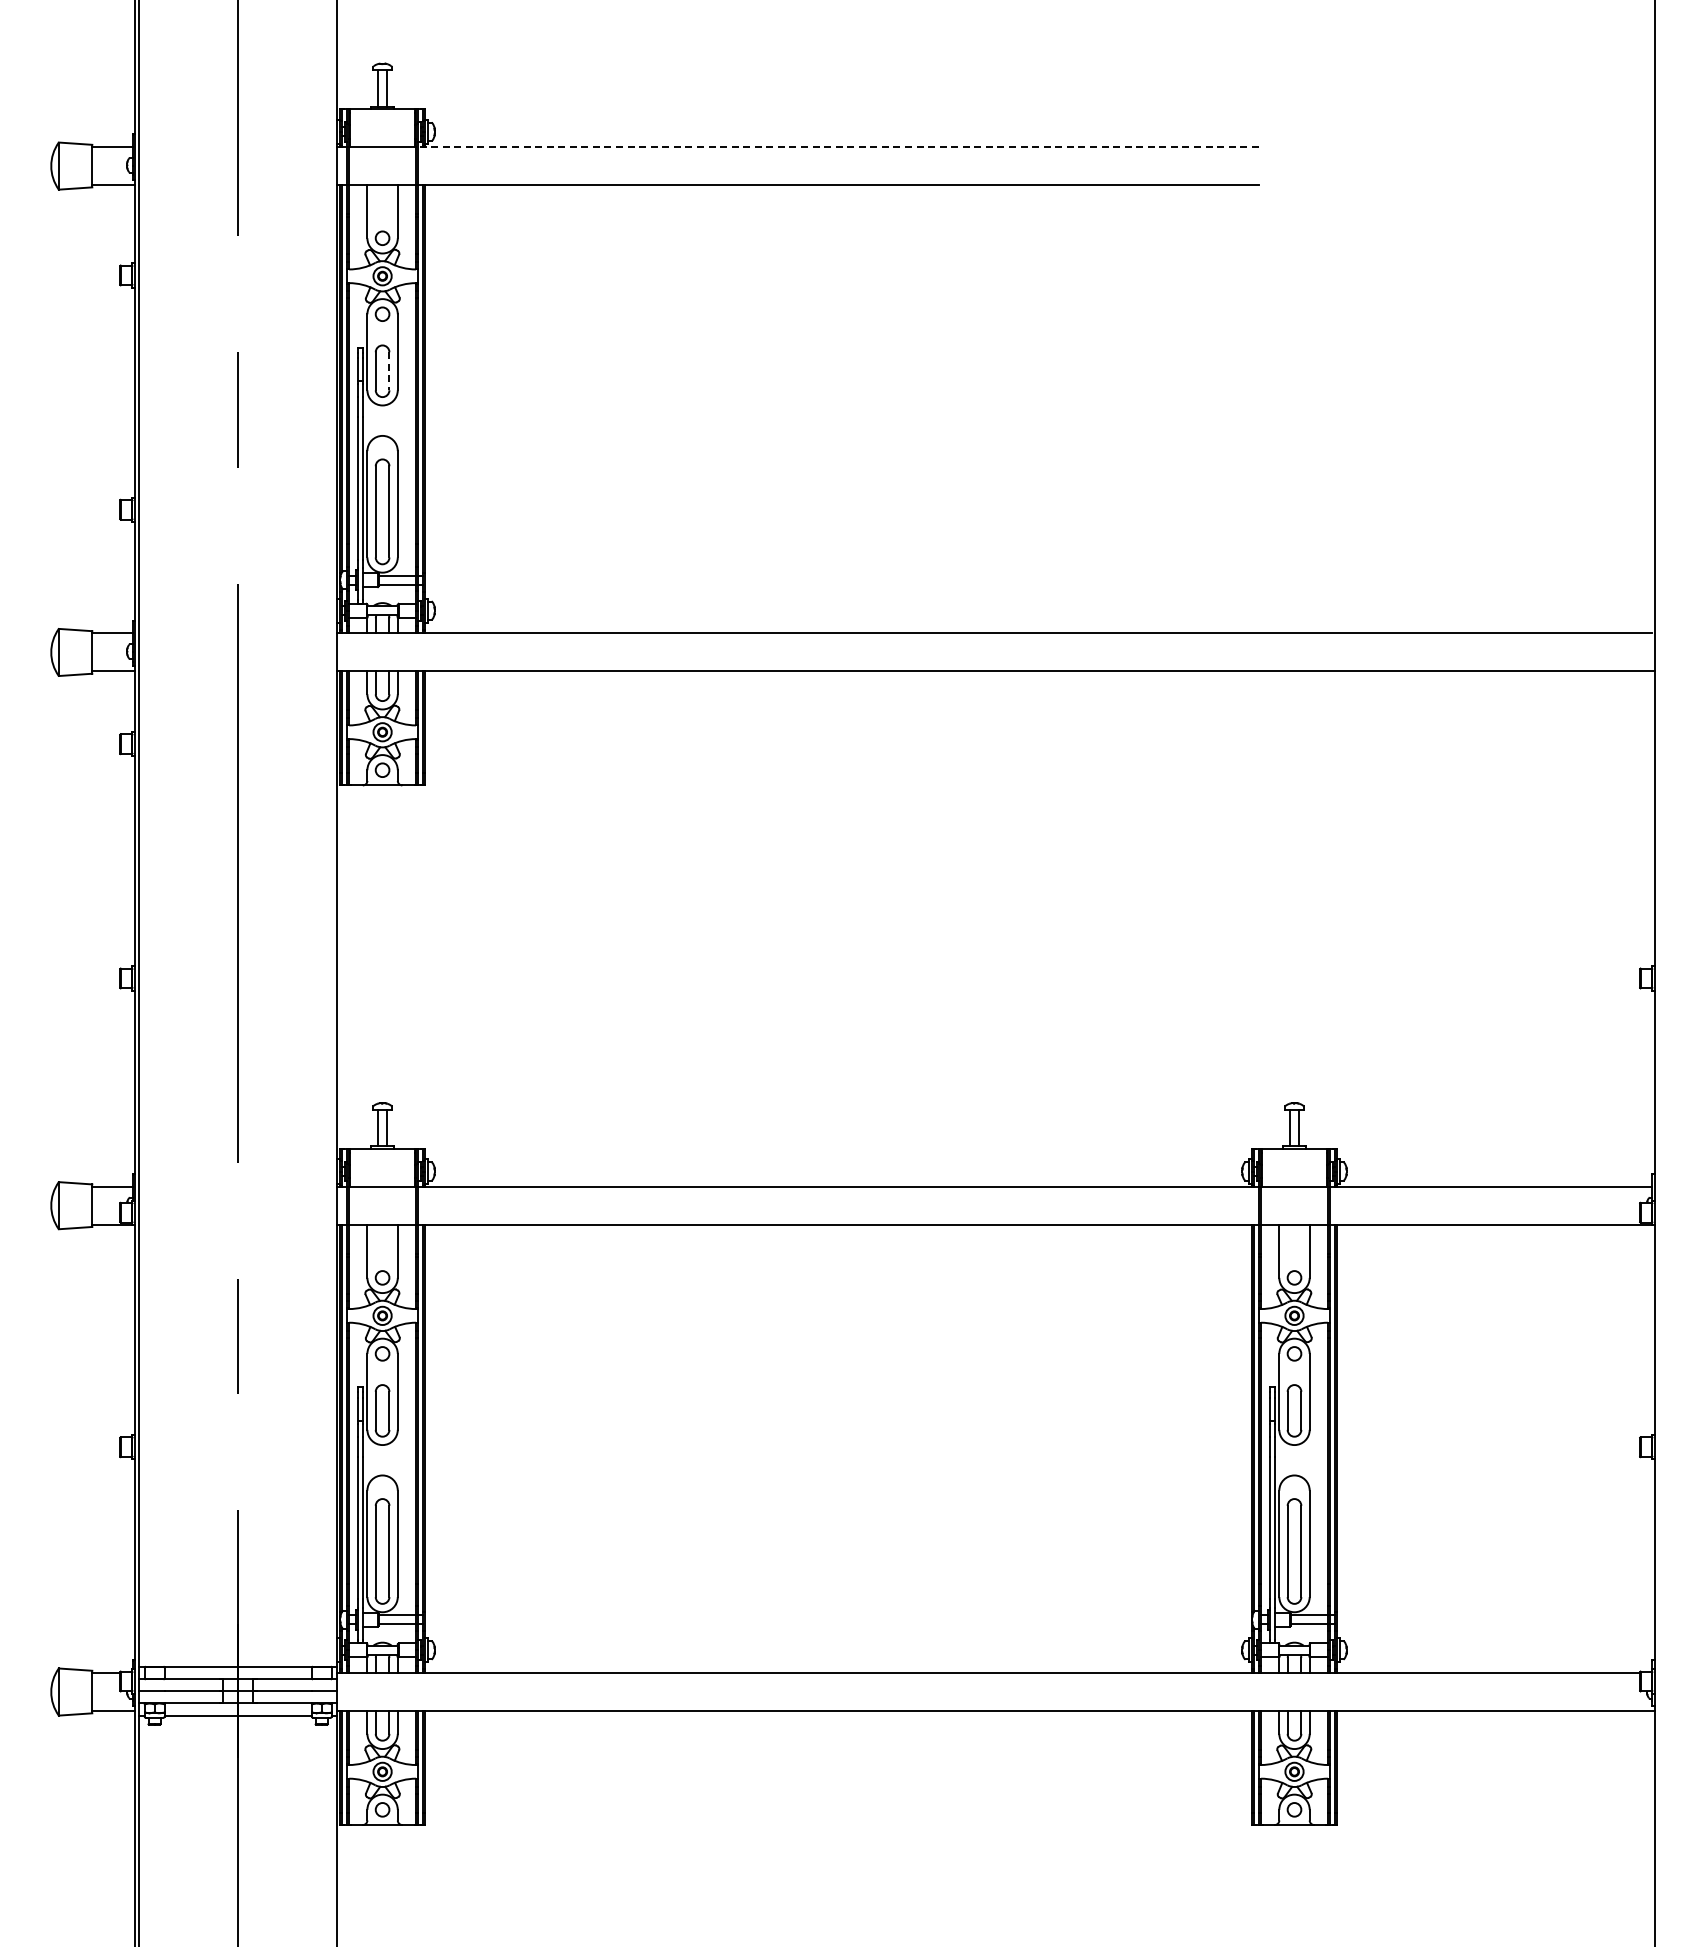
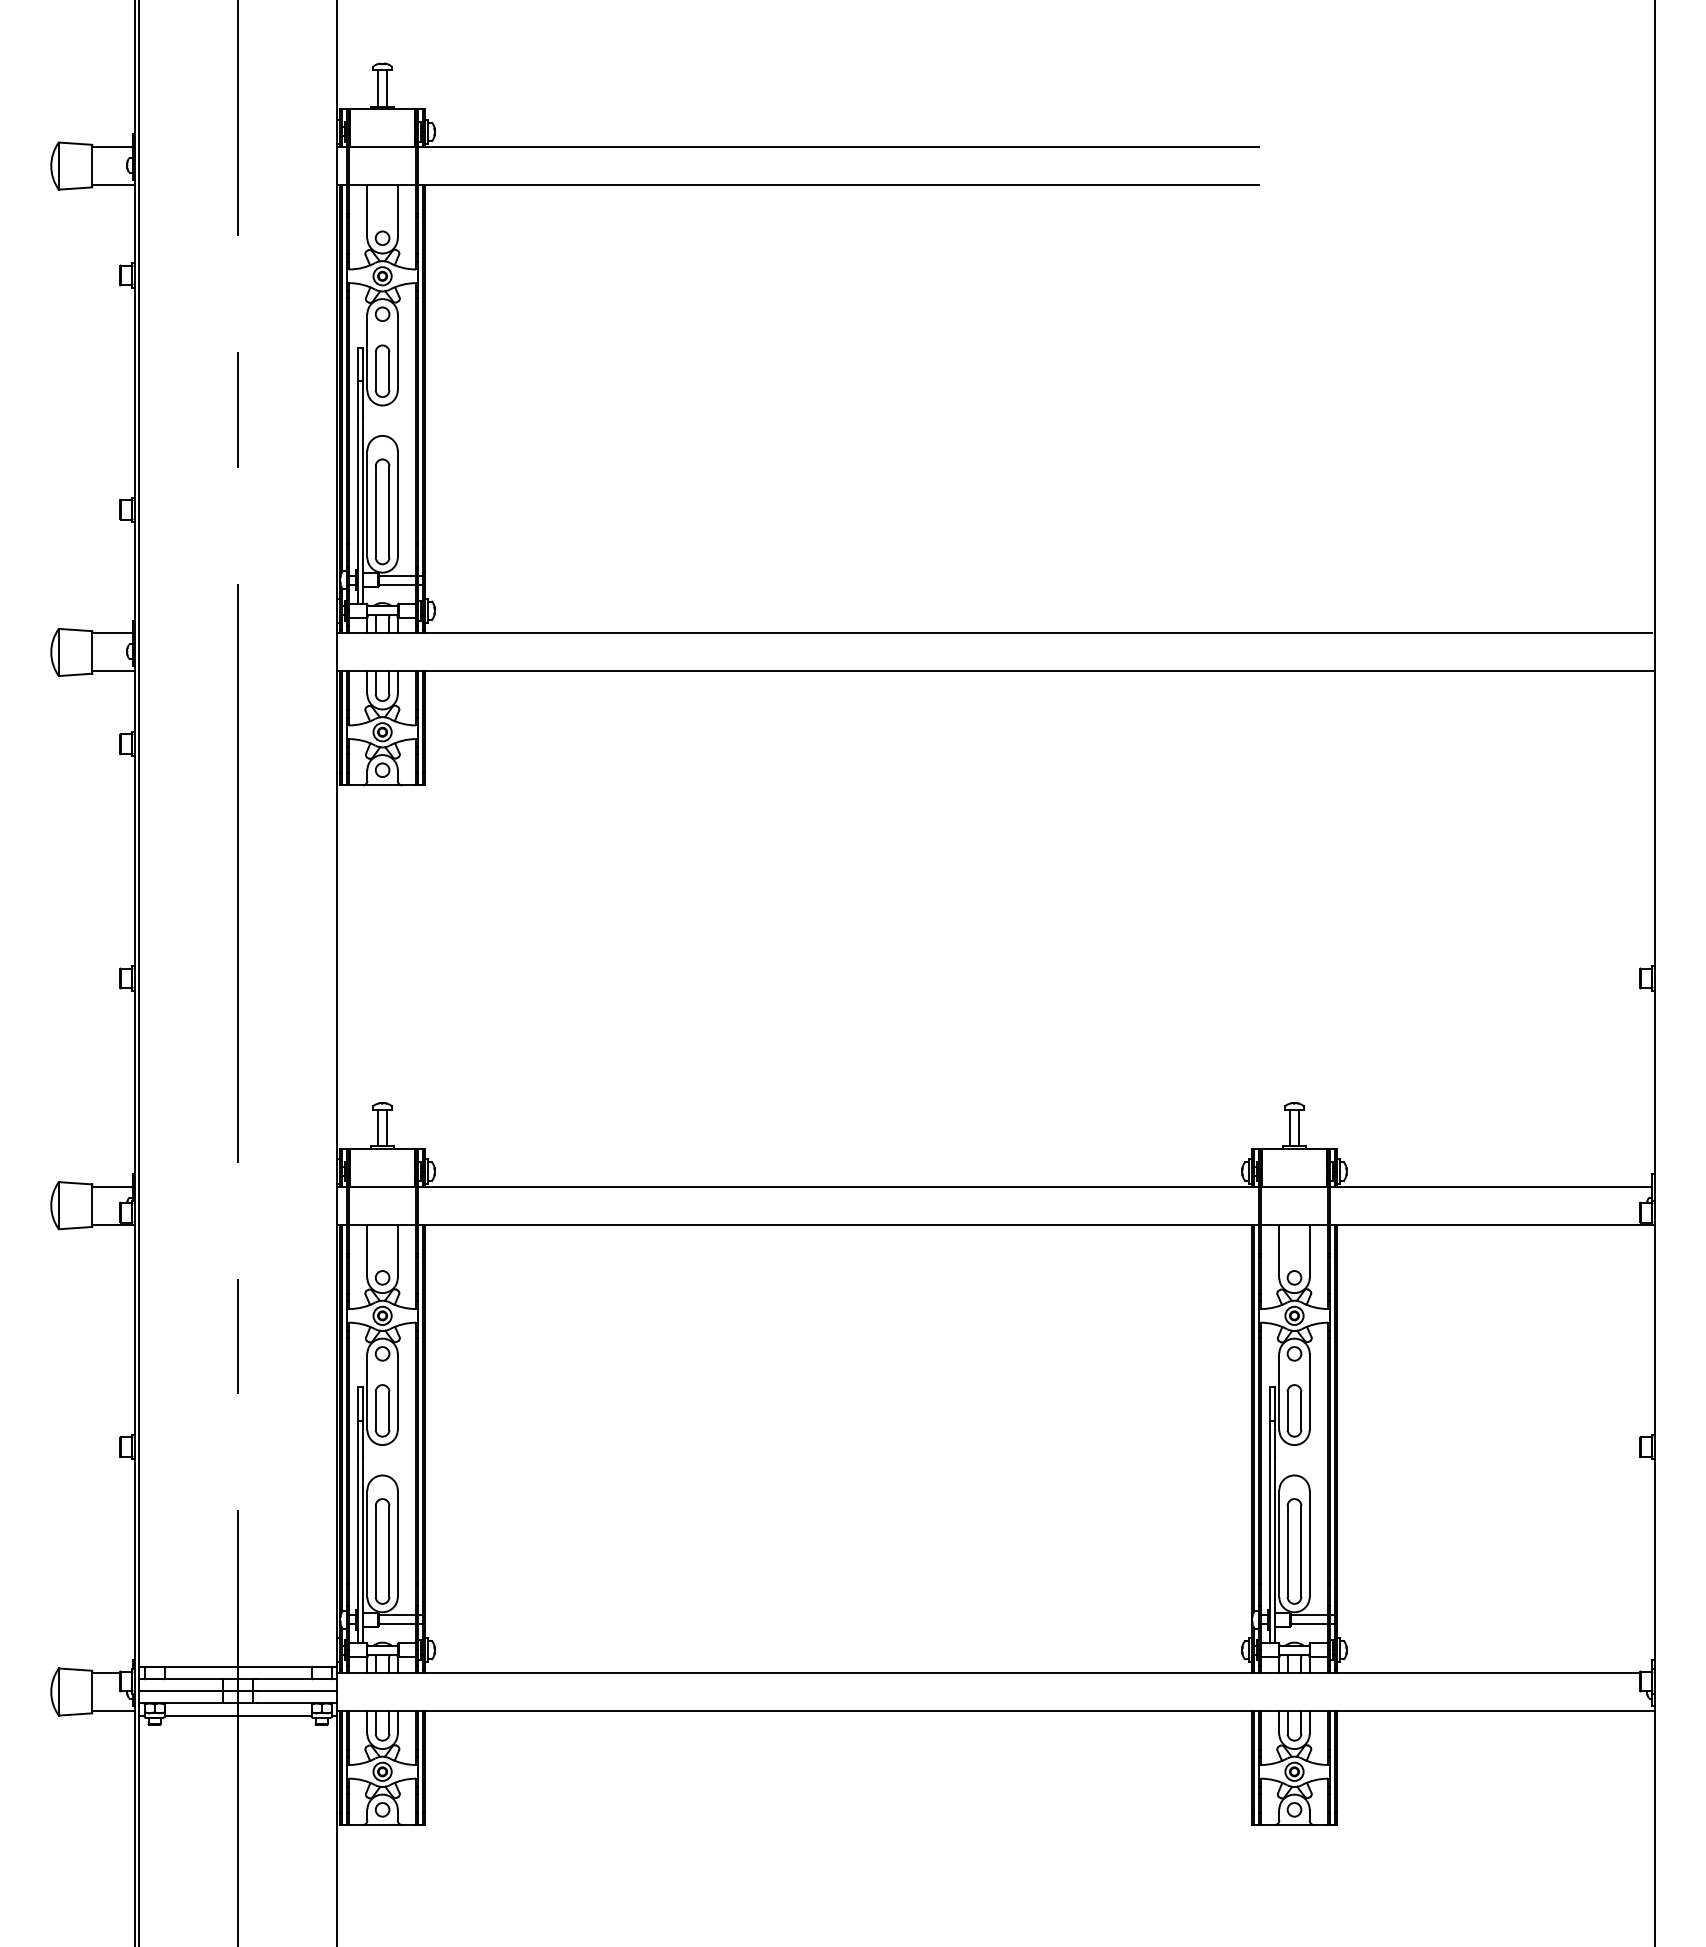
line at (838, 147): dashed -> solid
line at (389, 371): dashed -> solid
